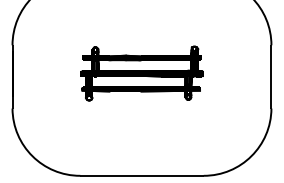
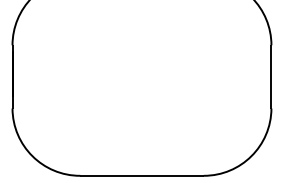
part at (141, 73): present -> none
